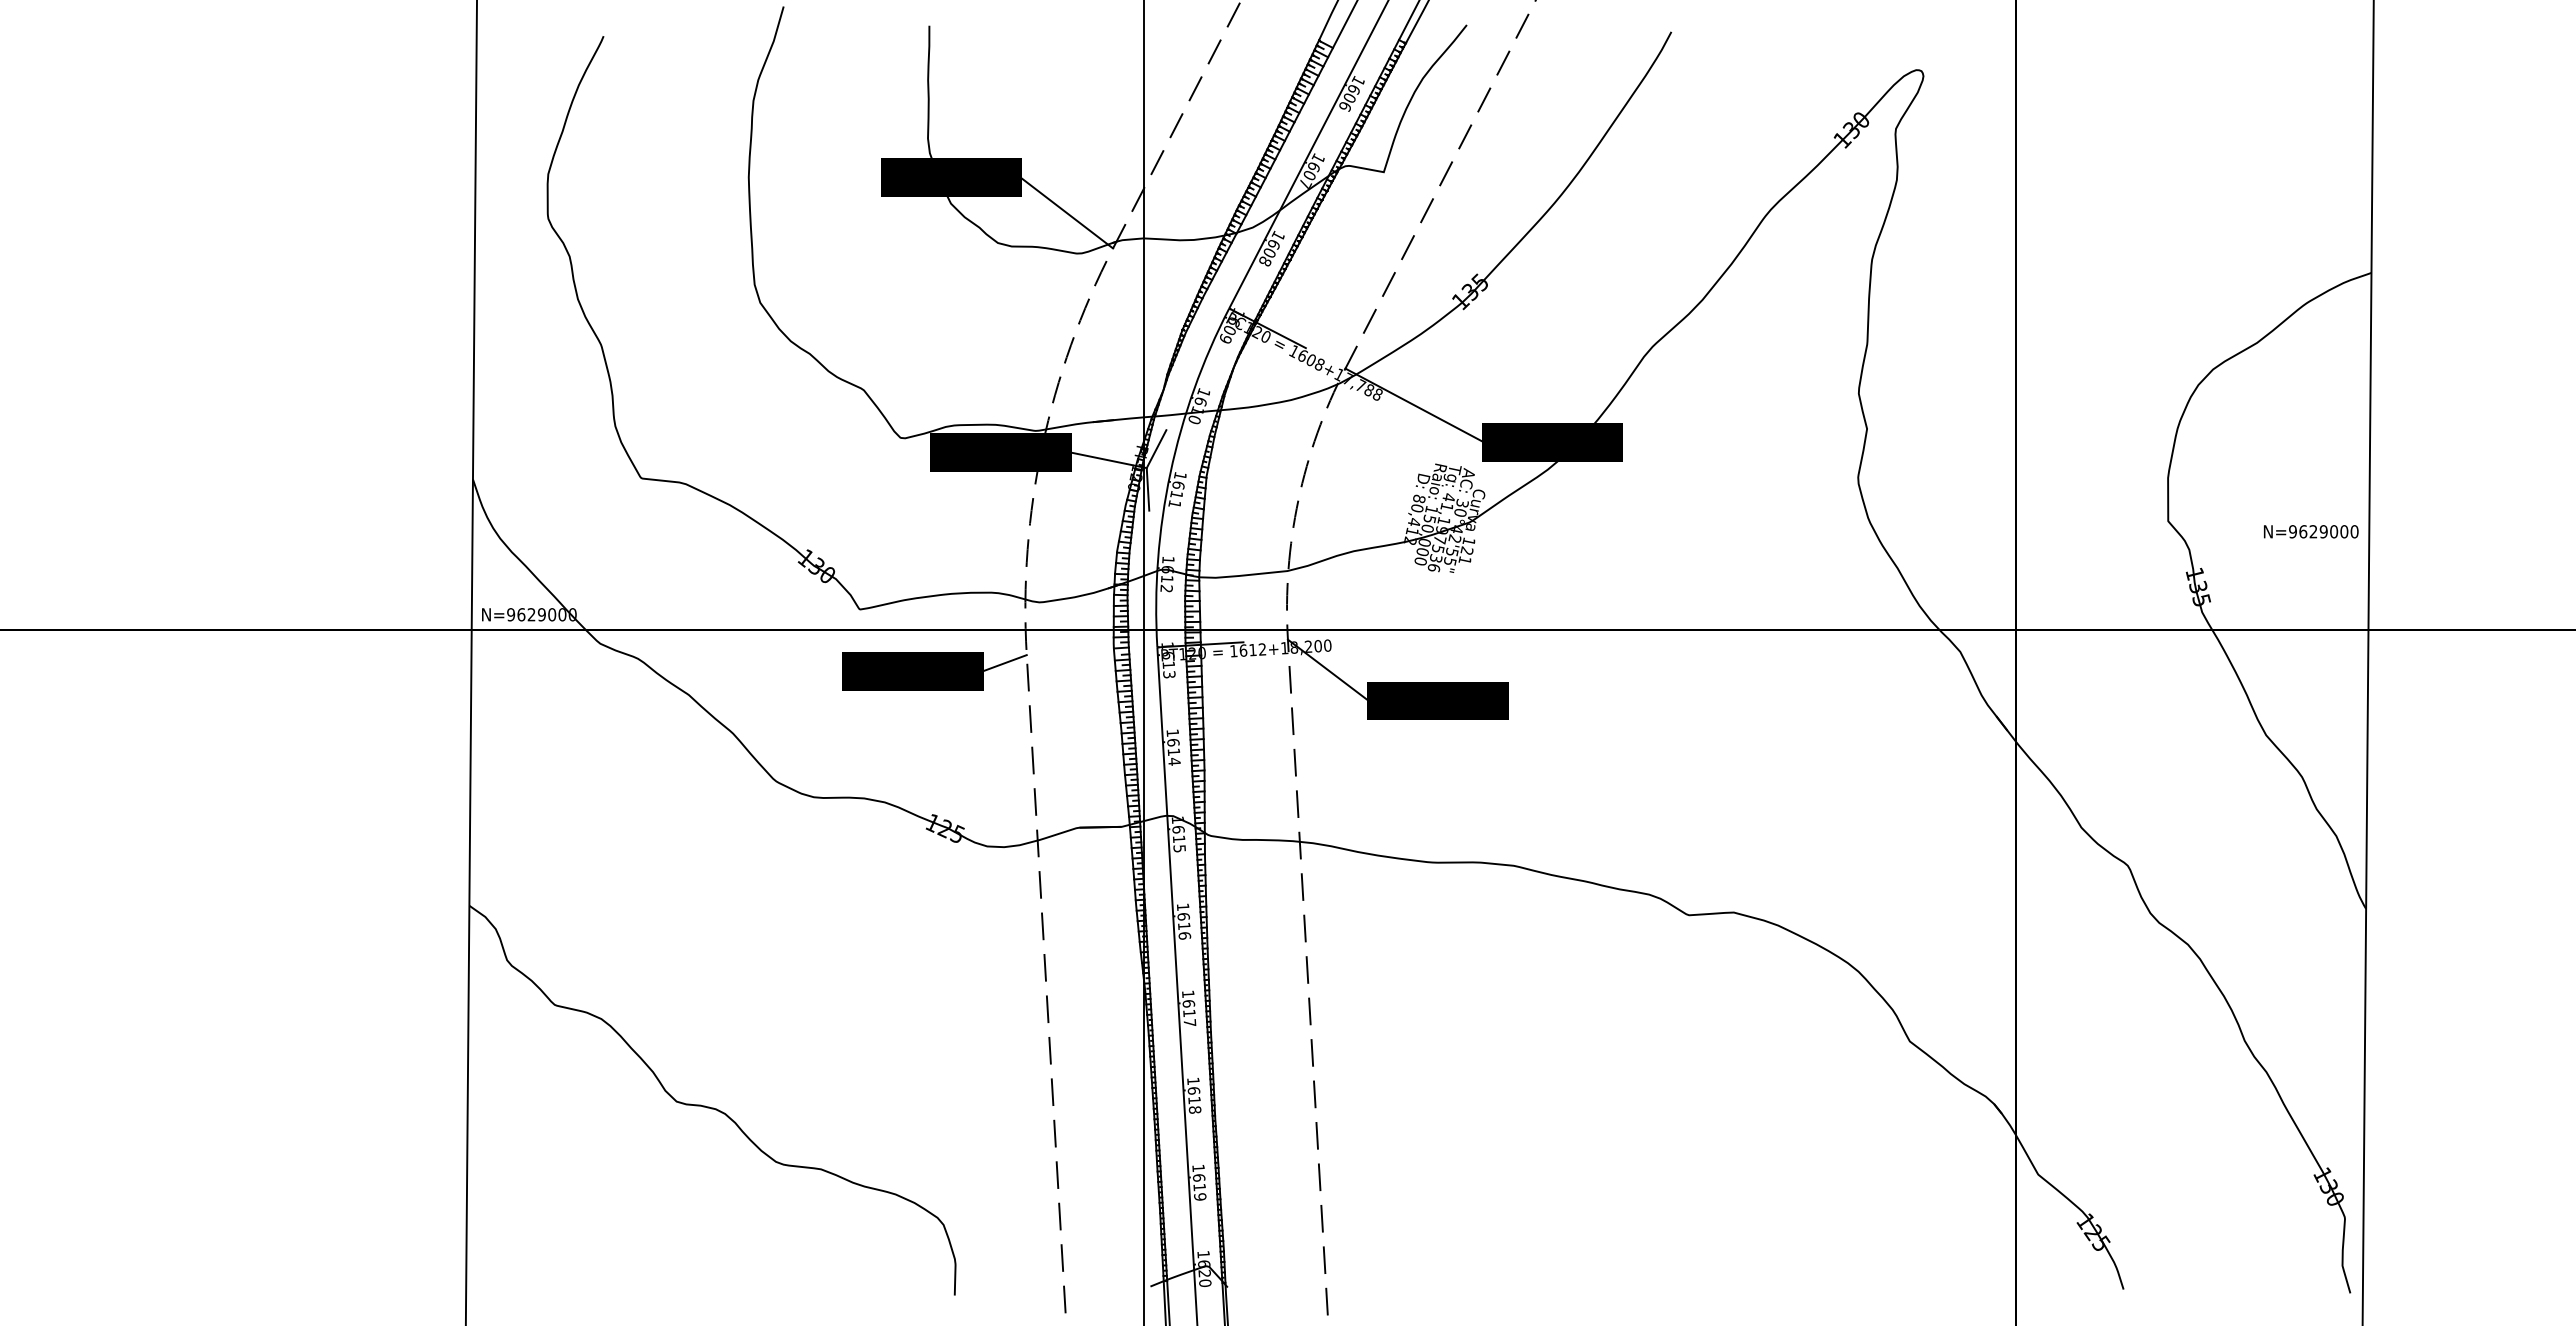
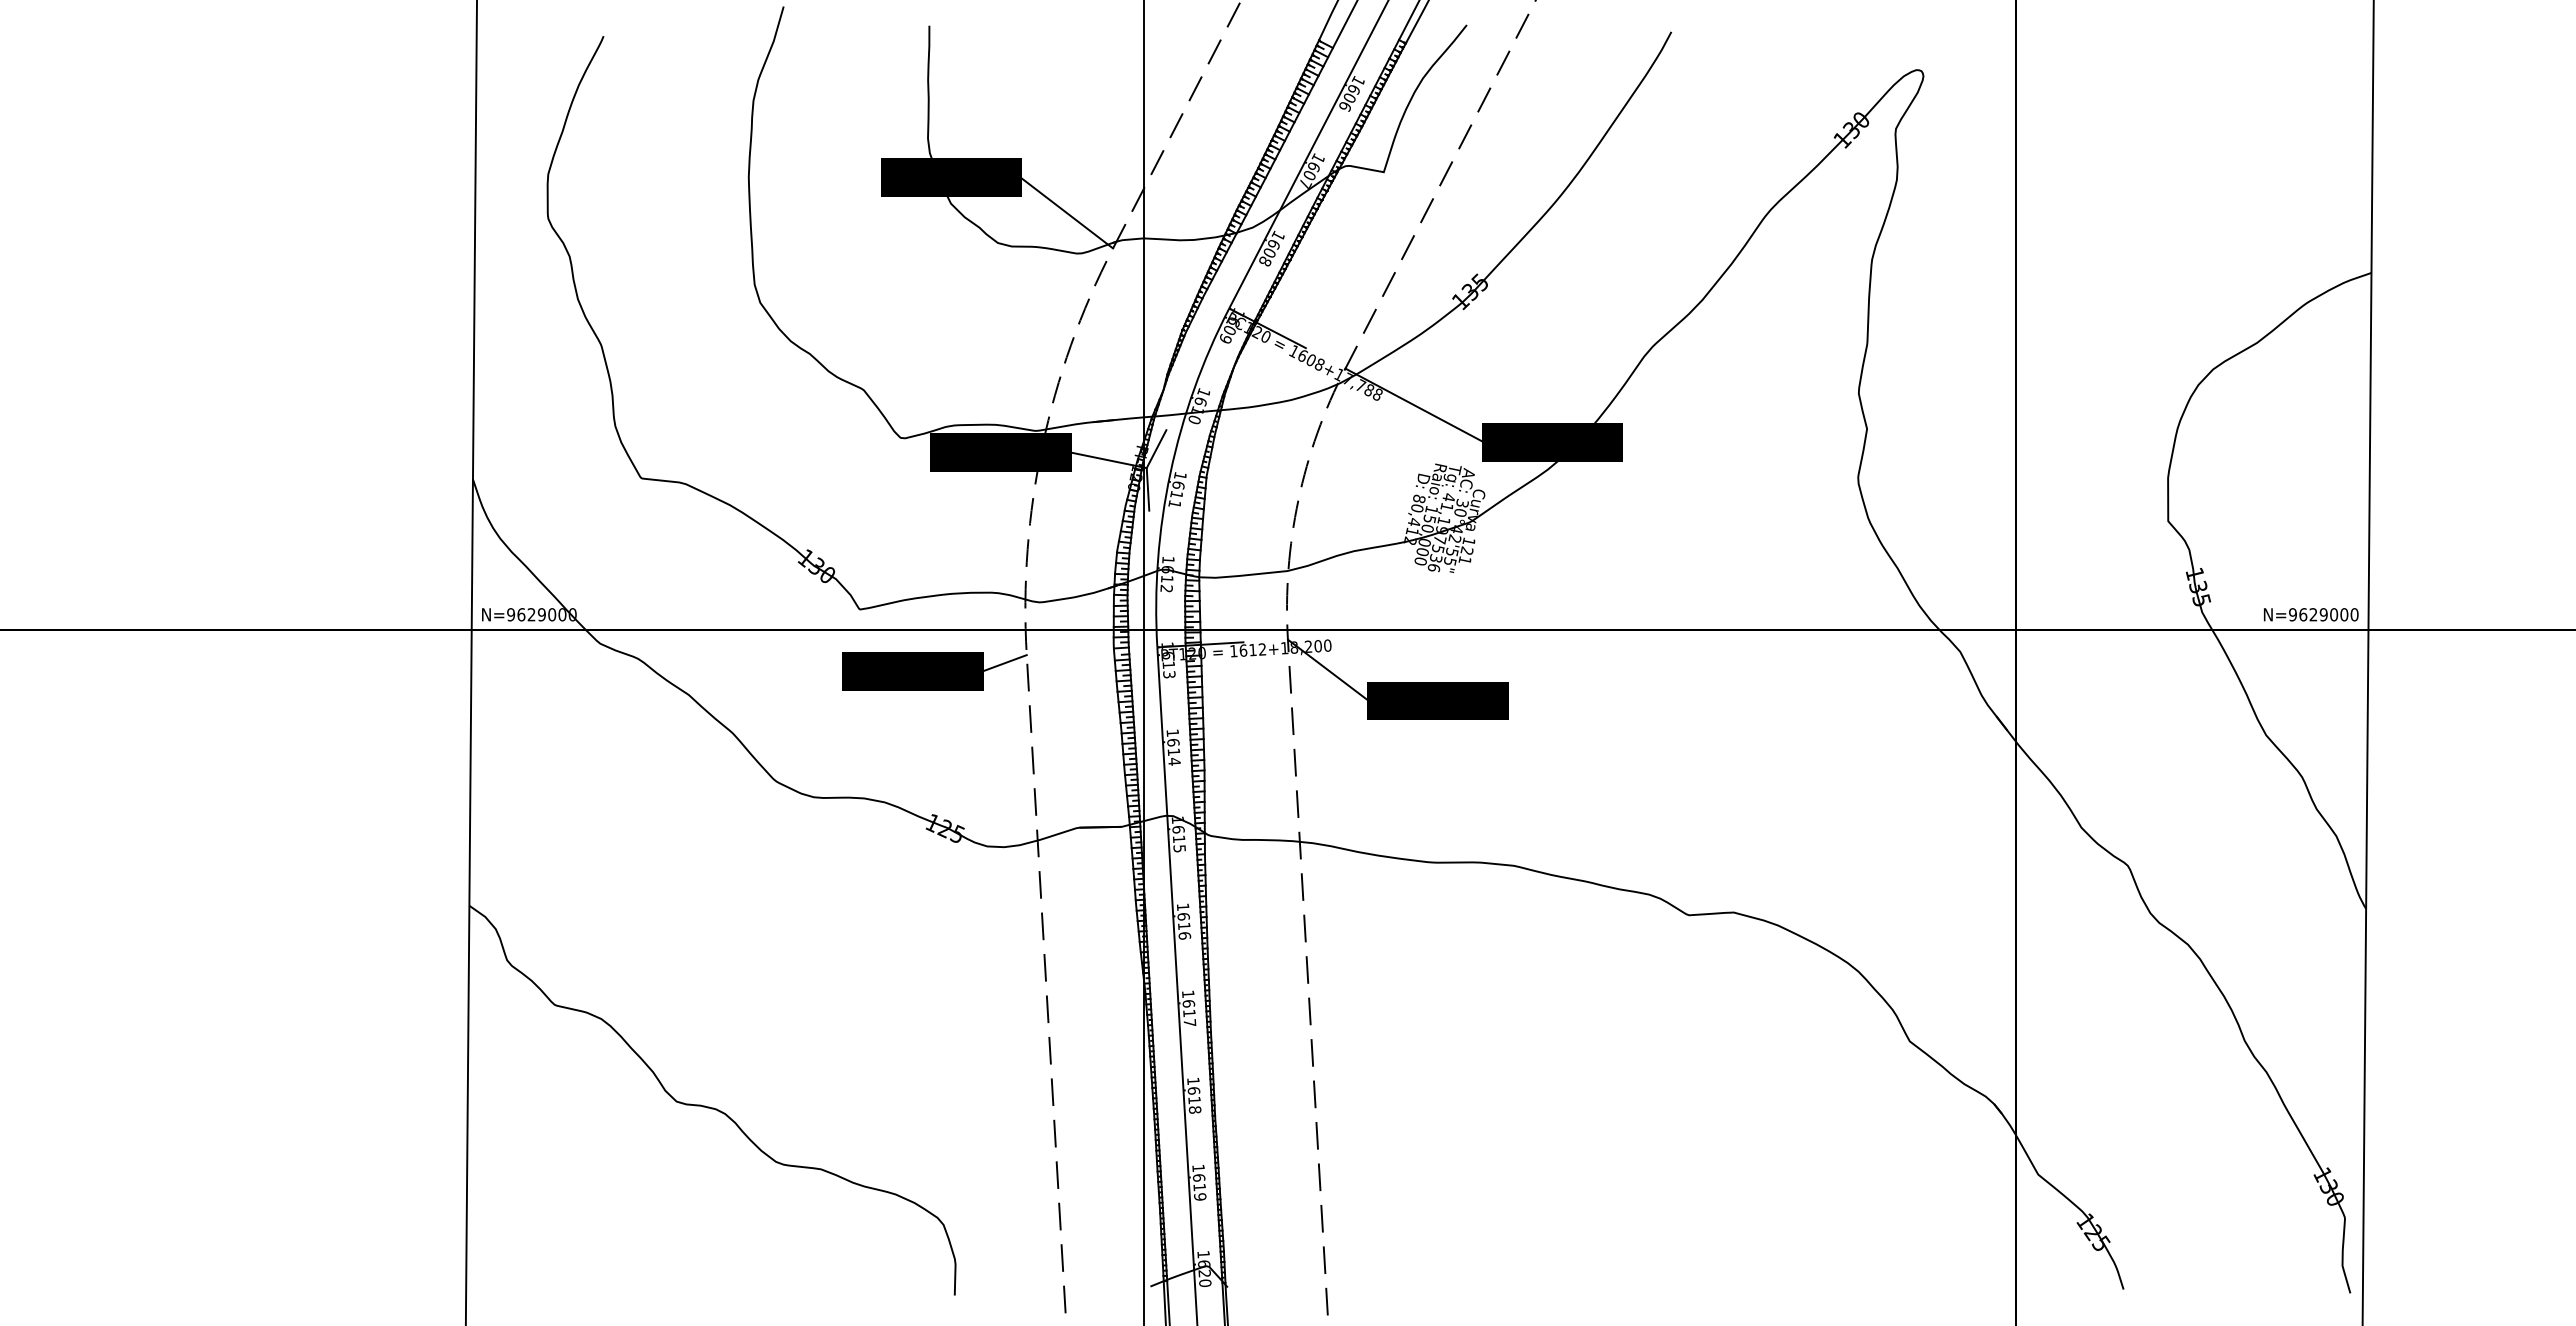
text at (2311, 531) position: (2311, 531) -> (2311, 614)
